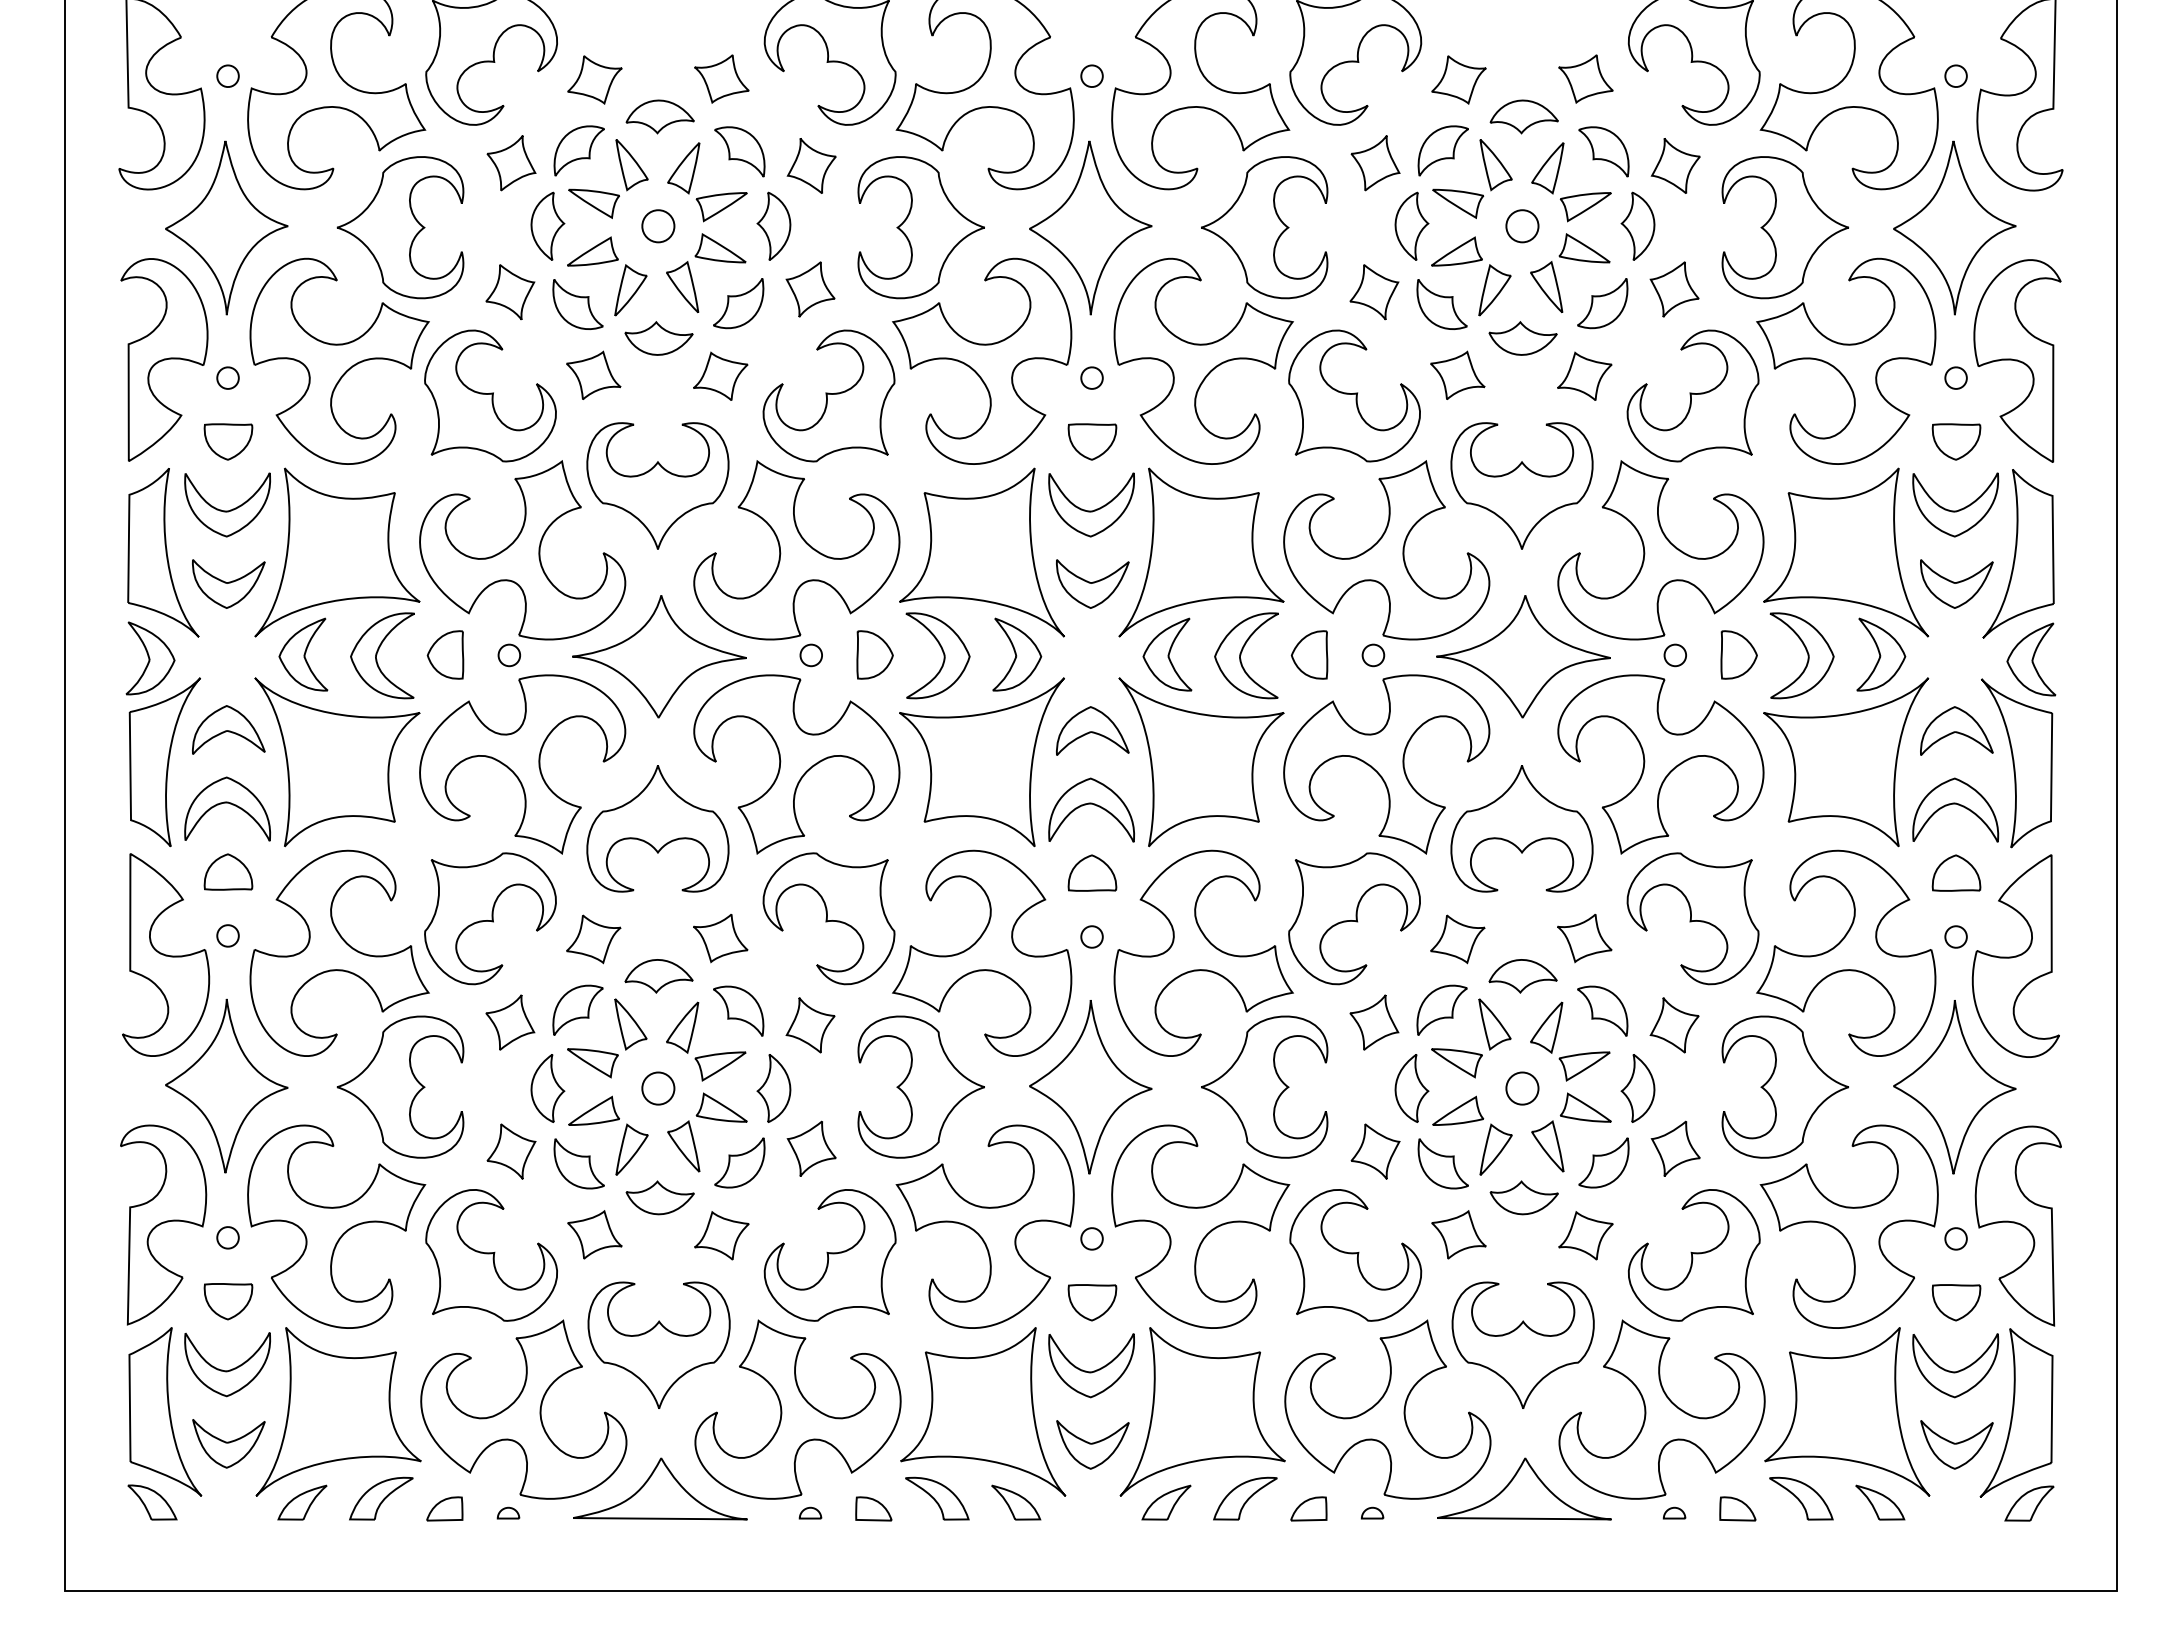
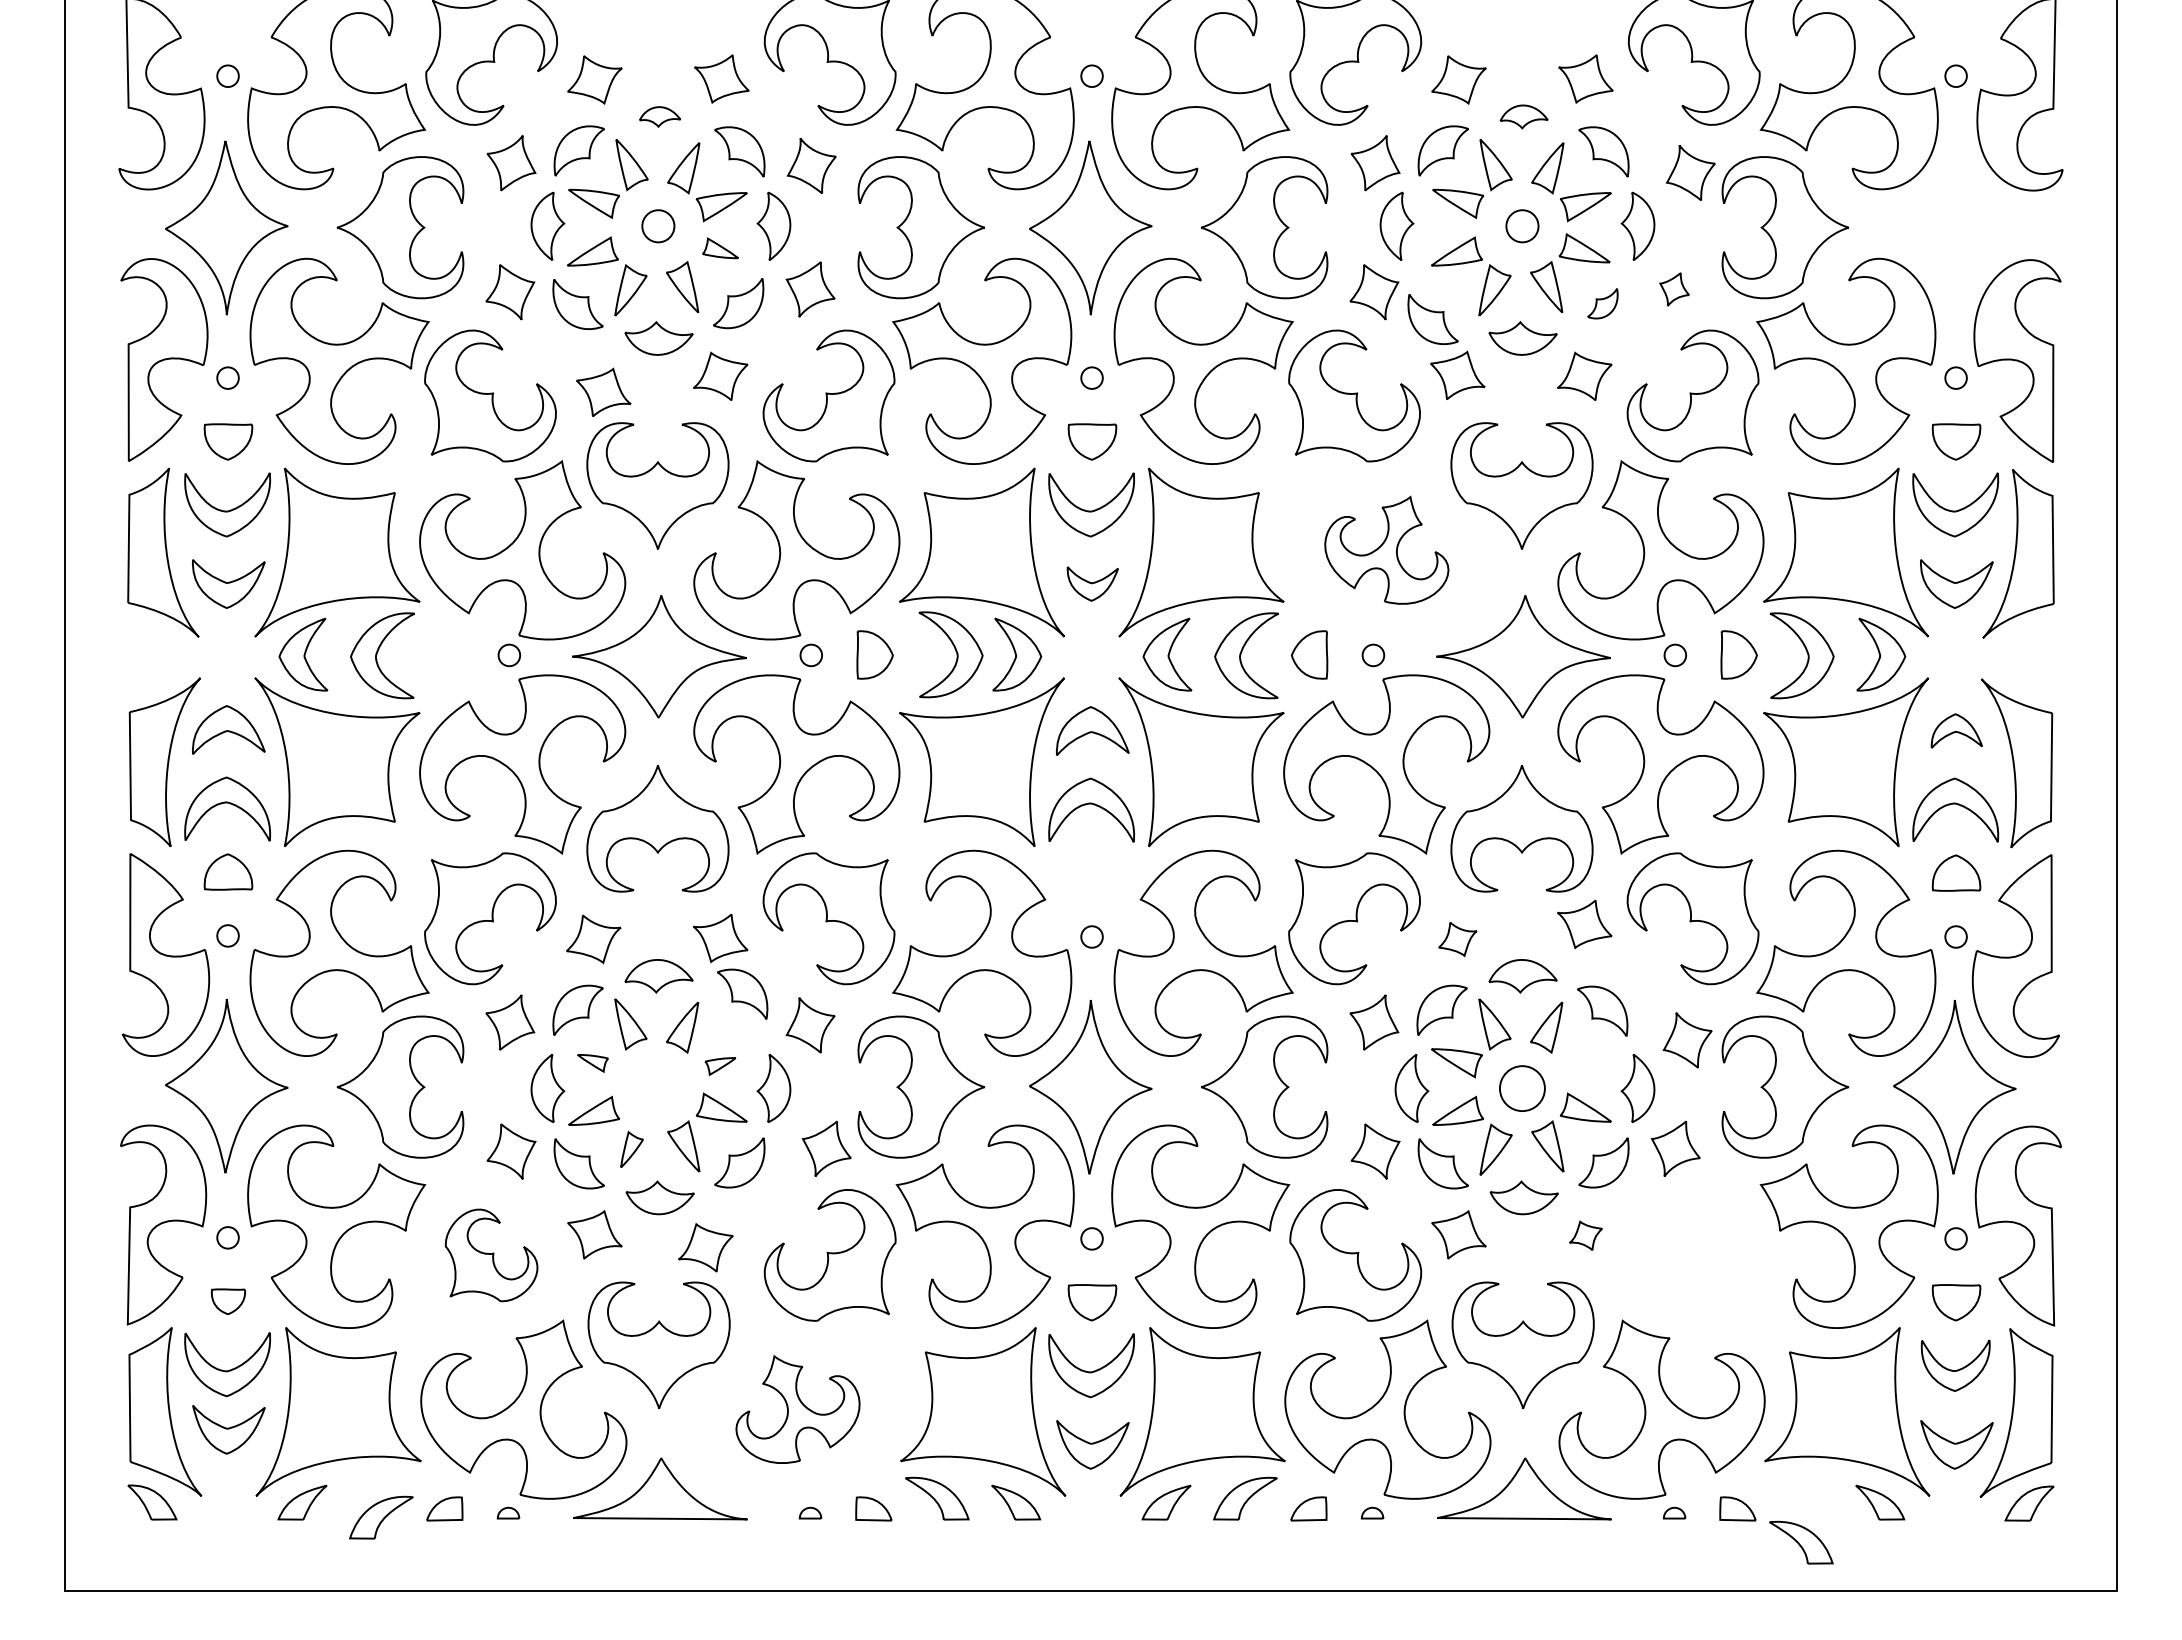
part at (659, 116) size: 70x36 px -> 42x22 px
part at (1523, 116) size: 70x36 px -> 50x26 px
part at (1675, 165) position: (1675, 165) -> (1690, 172)
part at (1411, 225) position: (1411, 225) -> (1396, 225)
part at (1954, 227): present -> none
part at (720, 248) size: 53x31 px -> 37x23 px
part at (1674, 289) size: 51x57 px -> 31x35 px
part at (1602, 303) size: 52x52 px -> 32x32 px
part at (1441, 304) position: (1441, 304) -> (1432, 319)
part at (593, 374) position: (593, 374) -> (603, 391)
part at (1386, 550) size: 208x181 px -> 126x110 px
part at (1092, 583) size: 74x50 px -> 53x36 px
part at (445, 654): present -> none
part at (937, 655) position: (937, 655) -> (950, 654)
part at (150, 658): present -> none
part at (2031, 659): present -> none
part at (1956, 730) size: 74x50 px -> 53x36 px
part at (1092, 872): present -> none
part at (1584, 938) position: (1584, 938) -> (1584, 924)
part at (1457, 939) size: 56x51 px -> 40x35 px
part at (738, 1010) position: (738, 1010) -> (742, 993)
part at (1674, 1025) position: (1674, 1025) -> (1687, 1040)
part at (592, 1063) size: 52x31 px -> 32x19 px
part at (720, 1066) size: 53x31 px -> 33x20 px
part at (1584, 1066): present -> none
part at (658, 1088): present -> none
part at (1522, 1088) size: 35x35 px -> 47x47 px
part at (811, 1148) position: (811, 1148) -> (826, 1148)
part at (631, 1149) size: 34x53 px -> 24x38 px
part at (721, 1235) position: (721, 1235) -> (705, 1247)
part at (1585, 1235) size: 56x50 px -> 34x31 px
part at (491, 1255) size: 133x133 px -> 95x95 px
part at (1693, 1255): present -> none
part at (228, 1301) size: 51x38 px -> 37x28 px
part at (1955, 1365) size: 88x66 px -> 71x53 px
part at (797, 1409) size: 208x181 px -> 126x109 px
part at (228, 1443) position: (228, 1443) -> (228, 1429)
part at (381, 1498) position: (381, 1498) -> (381, 1517)
part at (1801, 1498) position: (1801, 1498) -> (1801, 1542)
